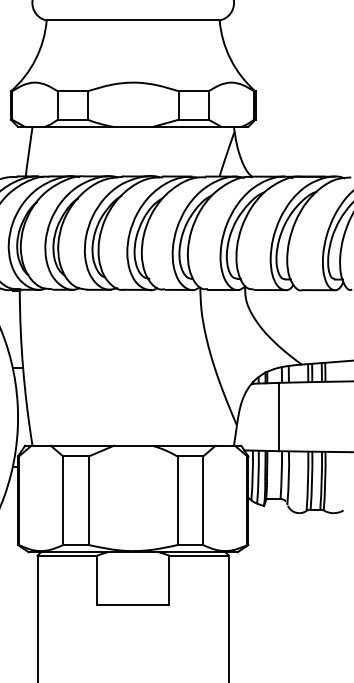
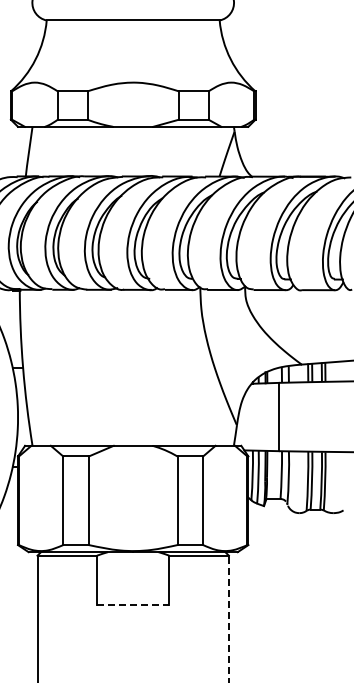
line at (133, 605): solid -> dashed
line at (228, 618): solid -> dashed
